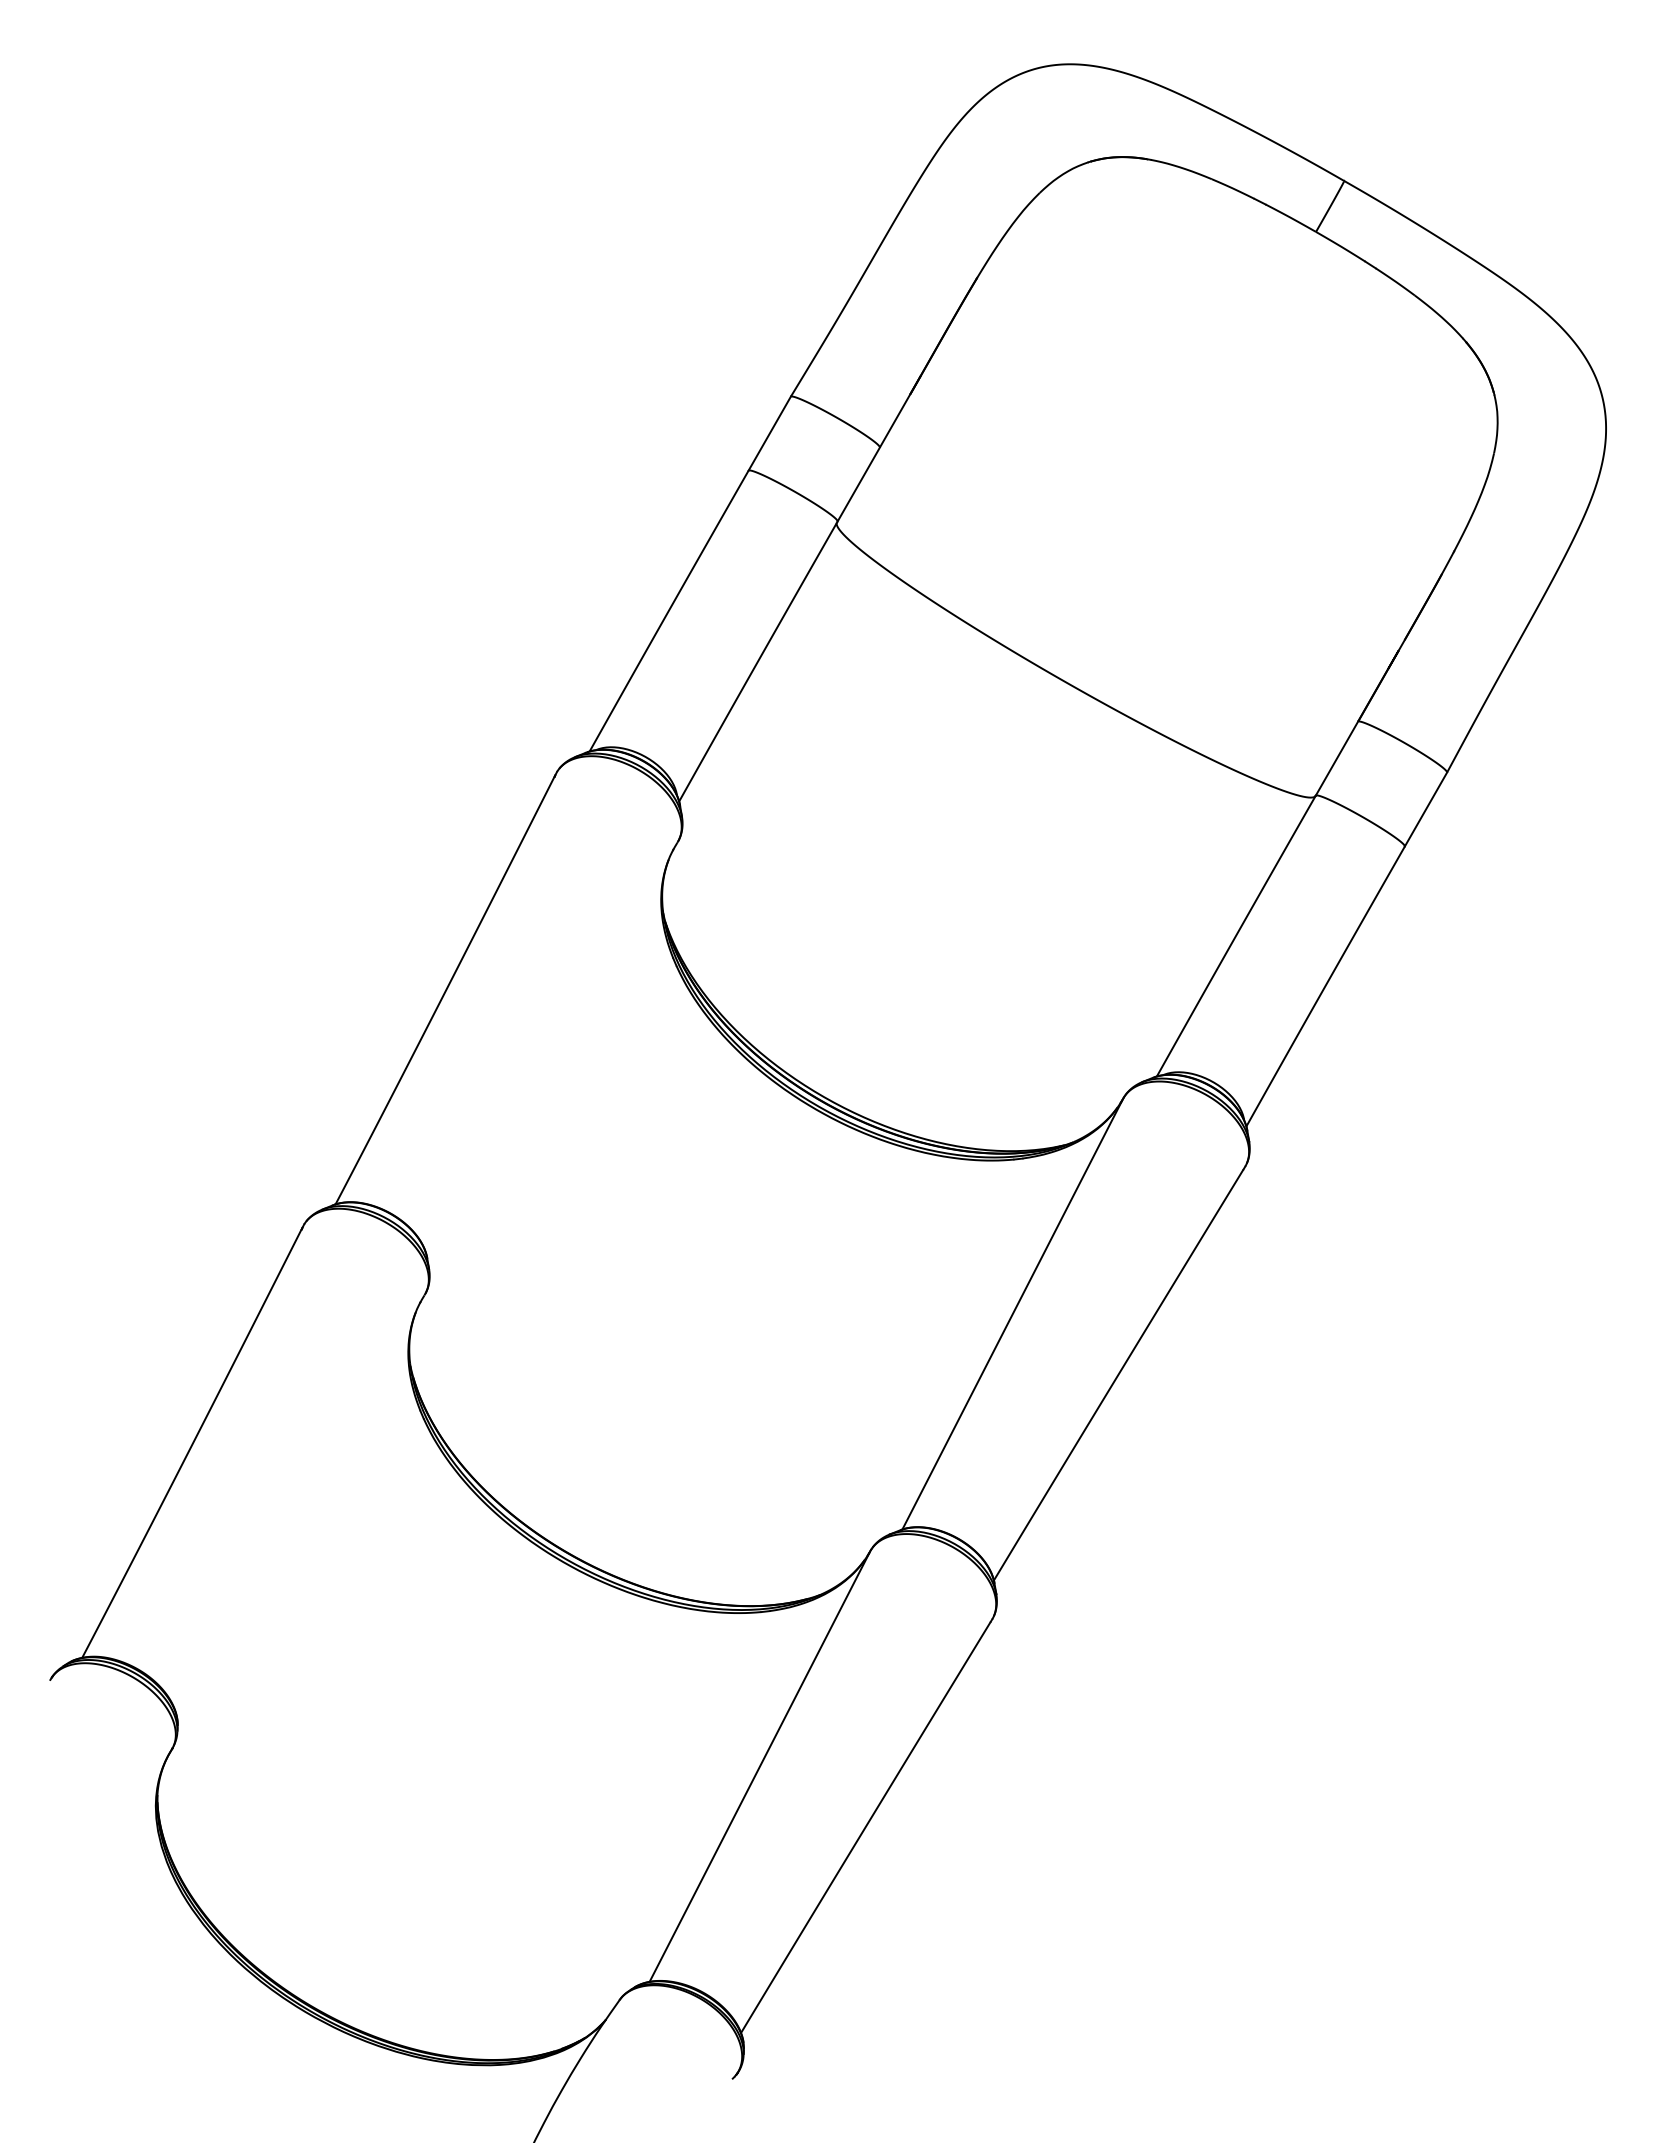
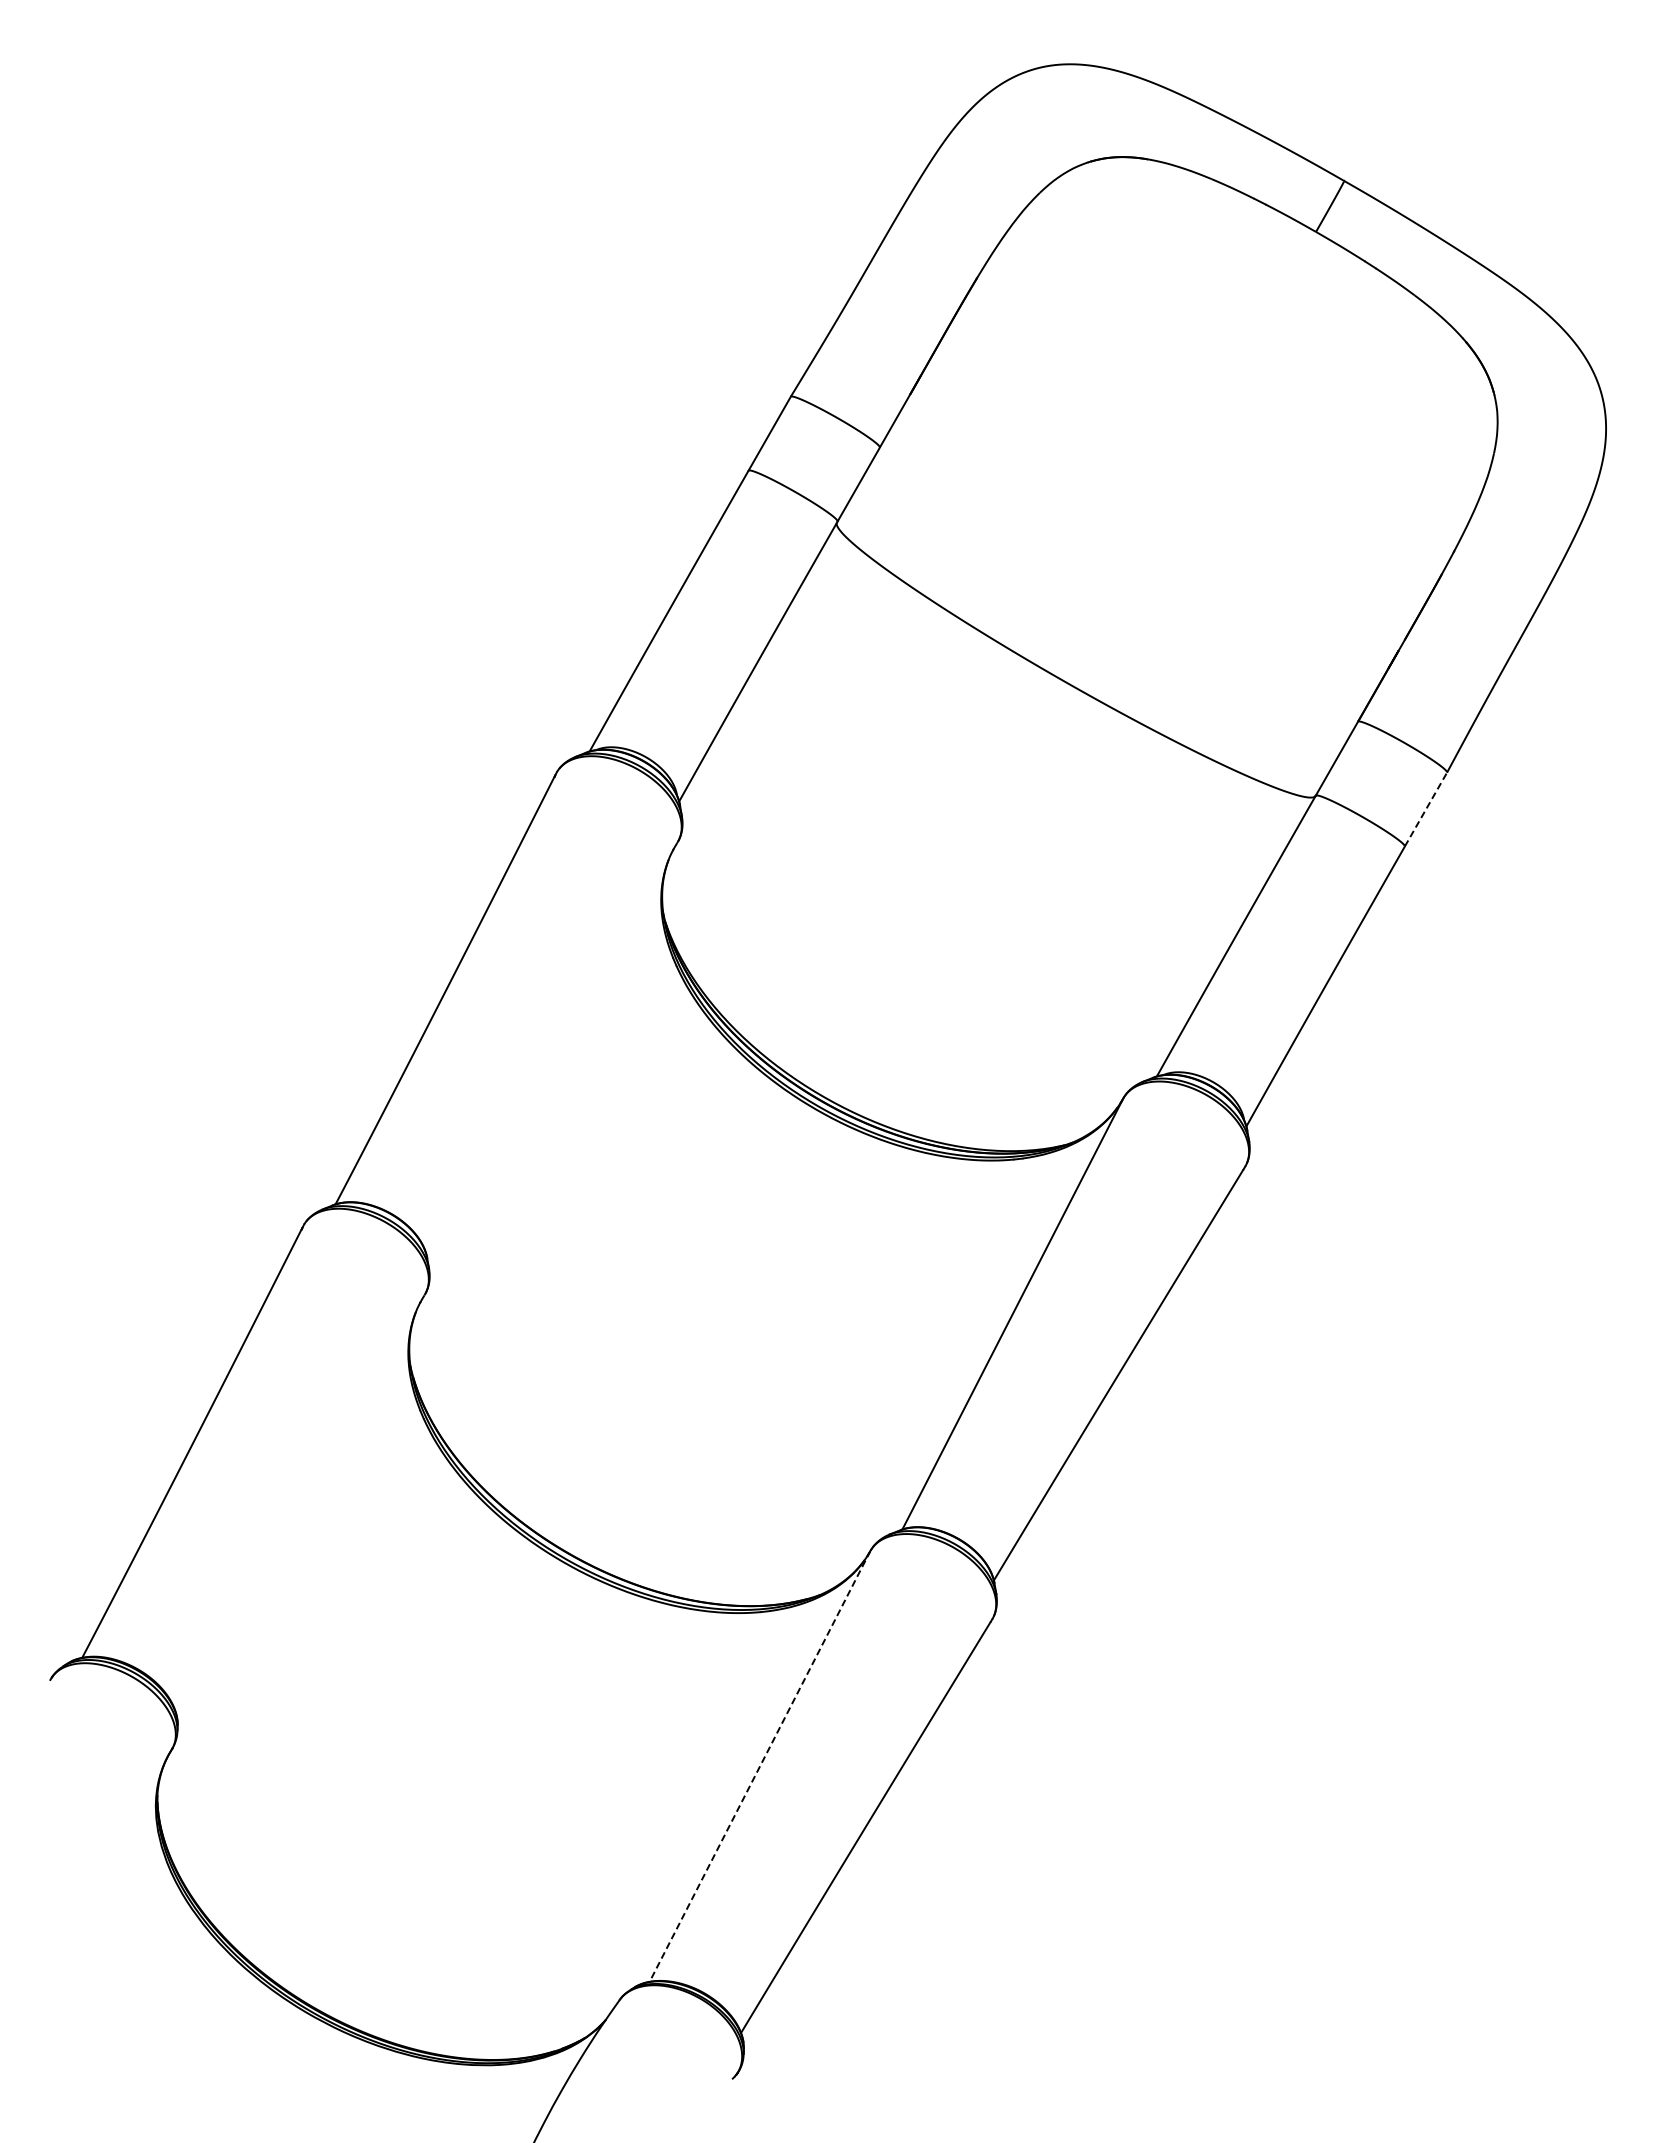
line at (1425, 809): solid -> dashed
line at (759, 1766): solid -> dashed
